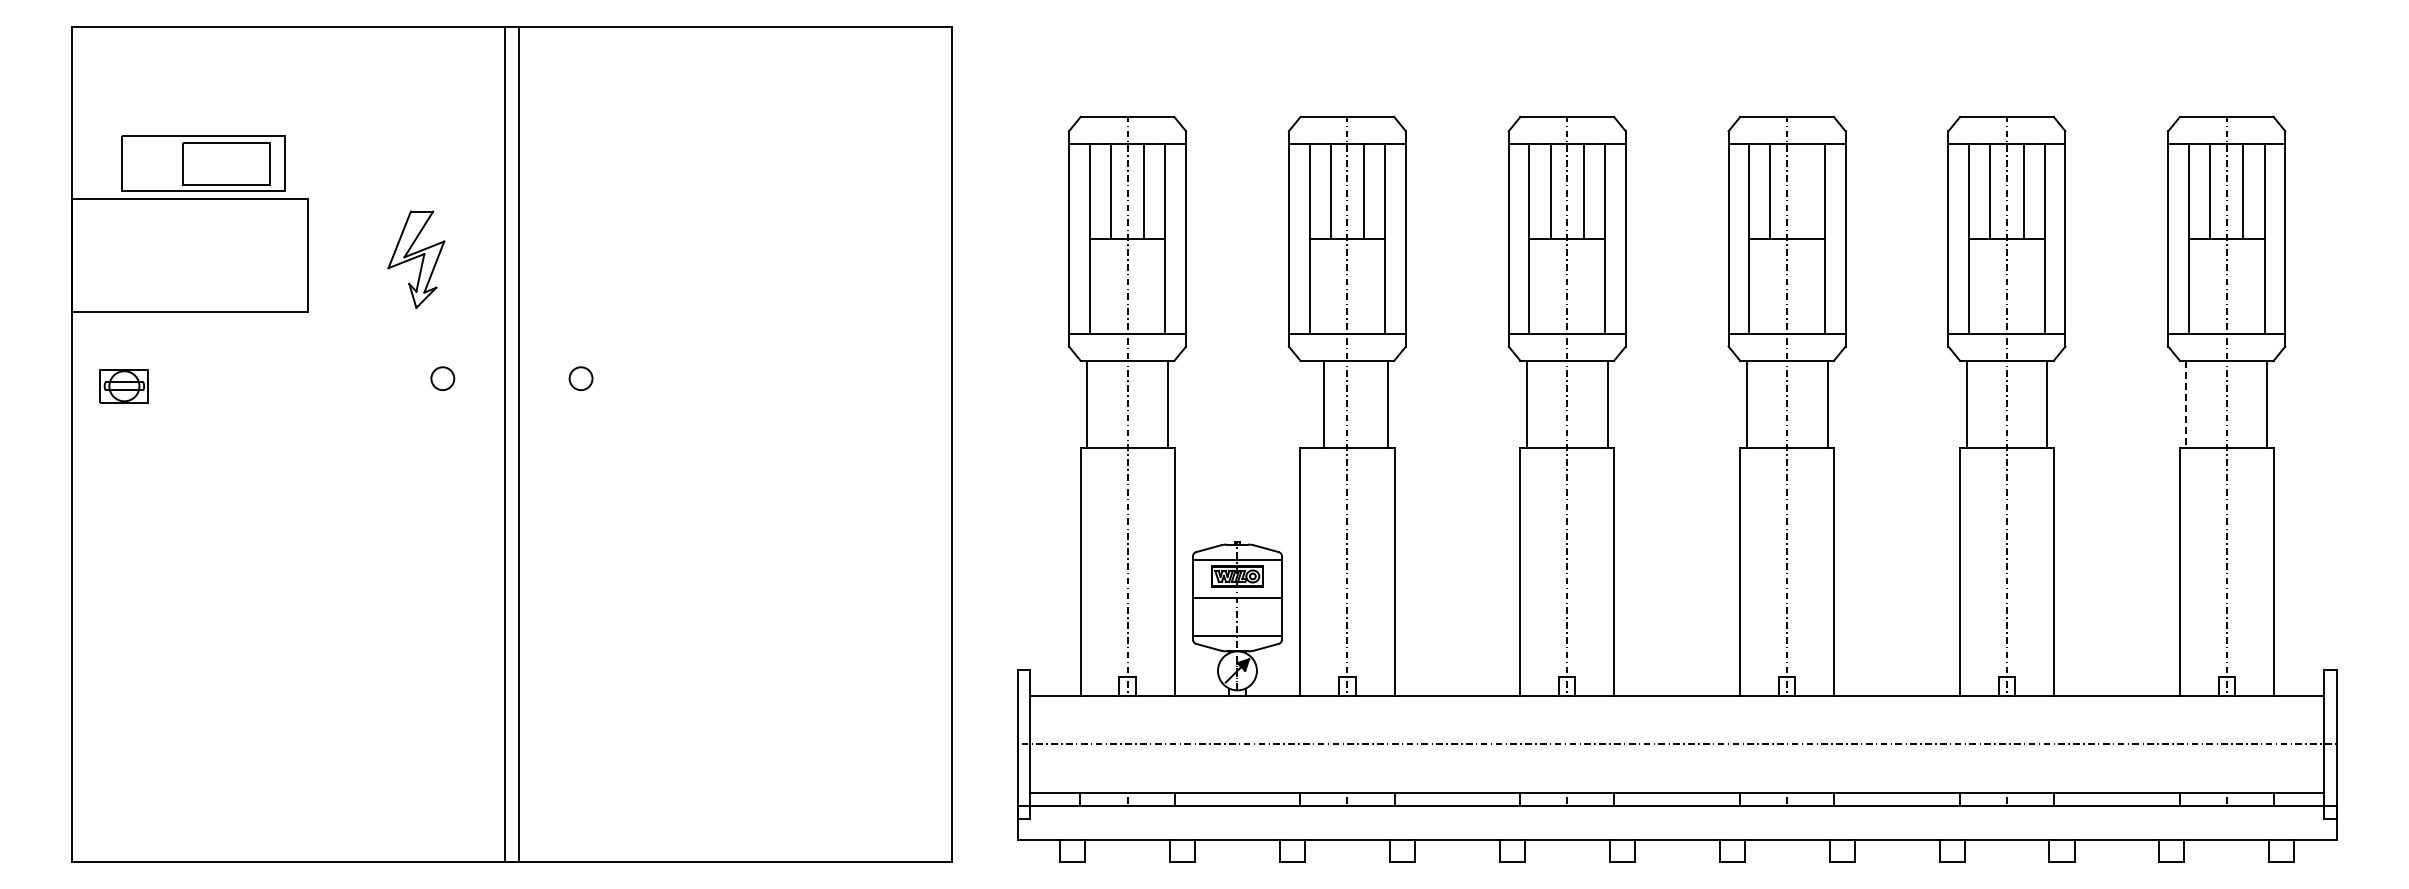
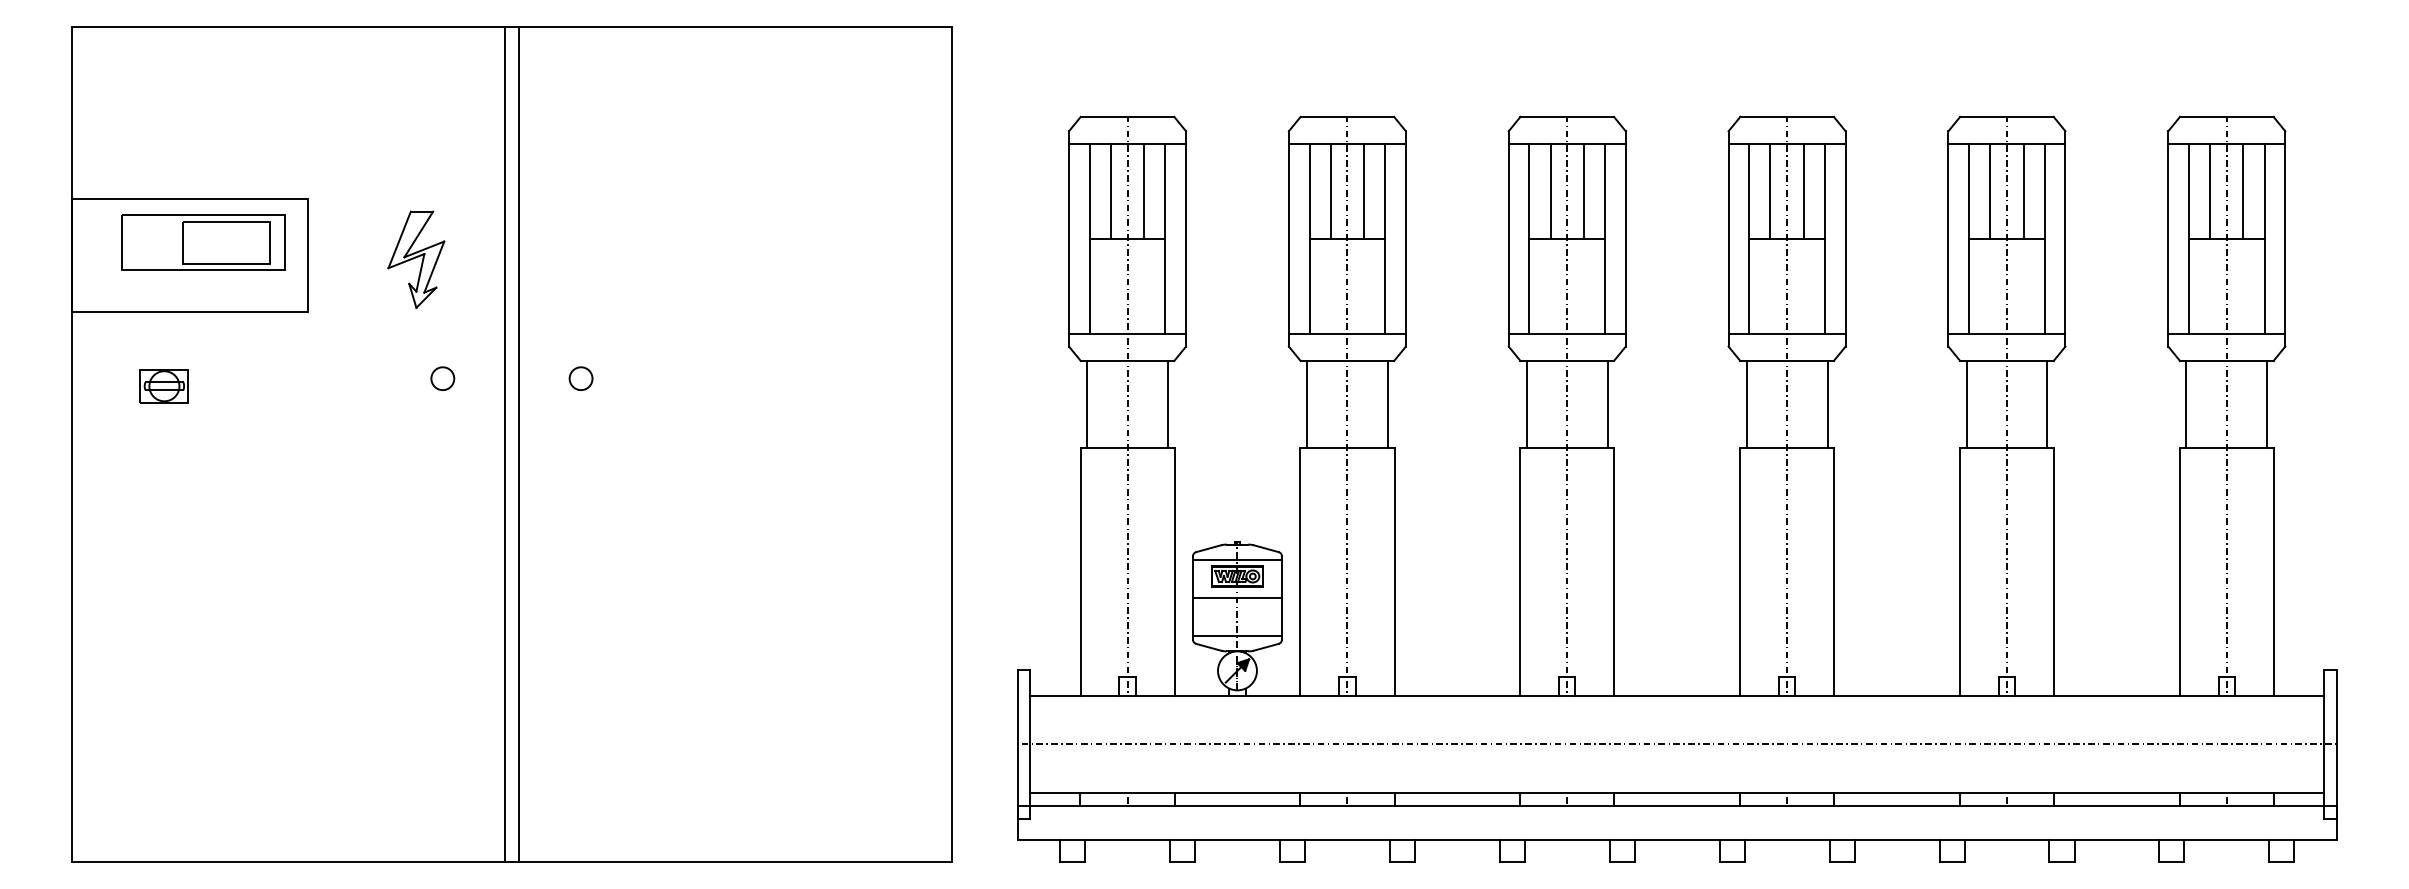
part at (203, 163) position: (203, 163) -> (203, 242)
line at (1803, 190): none -> present
part at (123, 386) position: (123, 386) -> (163, 386)
line at (1324, 404) position: (1324, 404) -> (1307, 404)
line at (2186, 404): dashed -> solid
